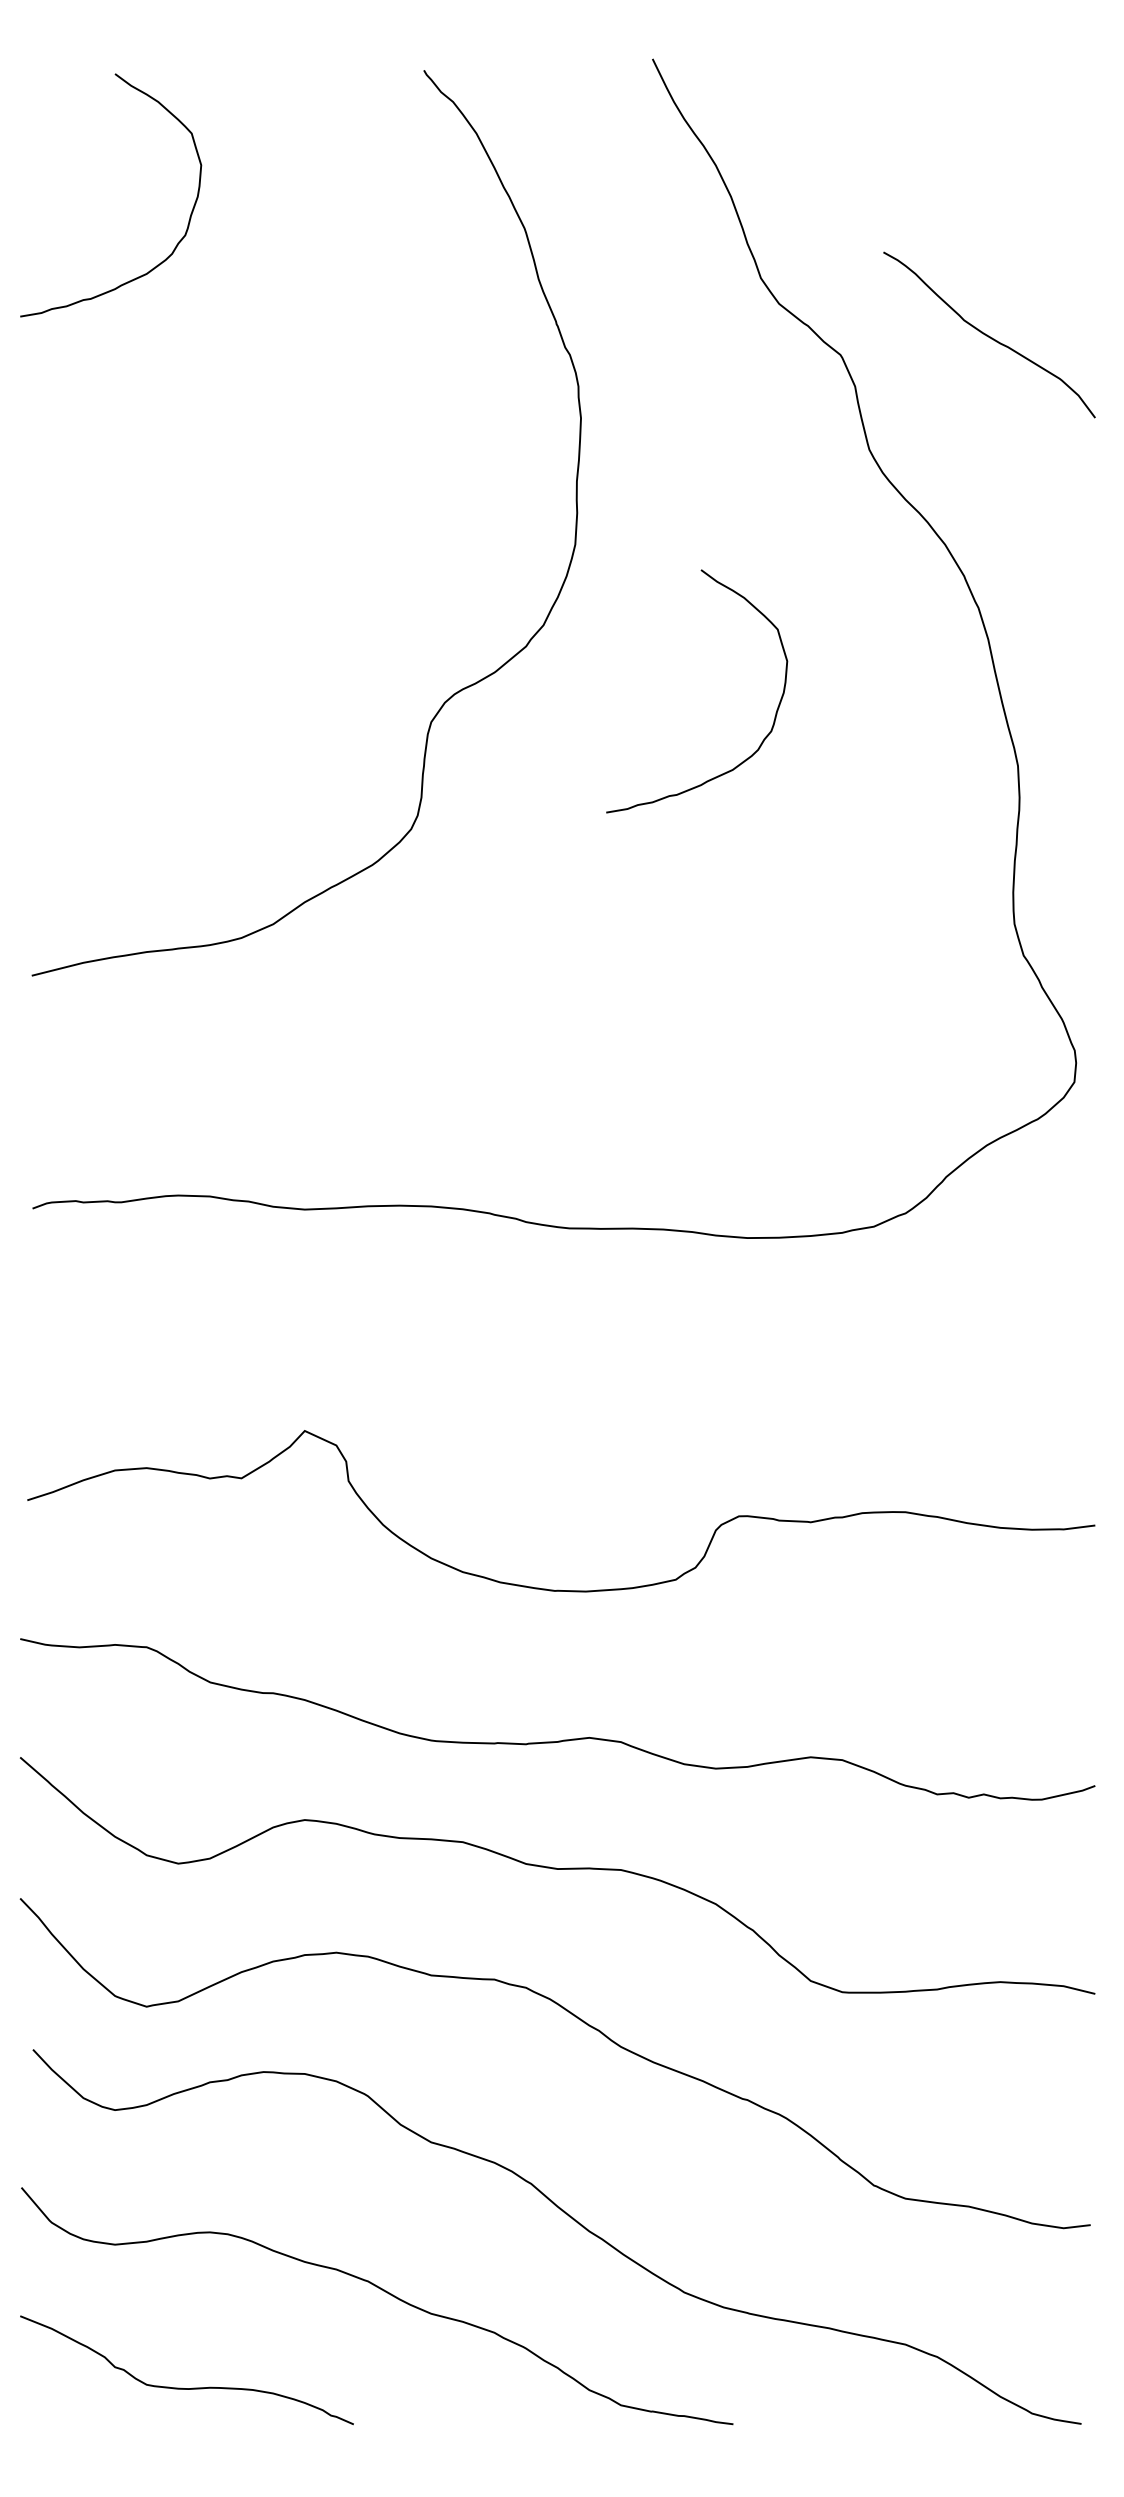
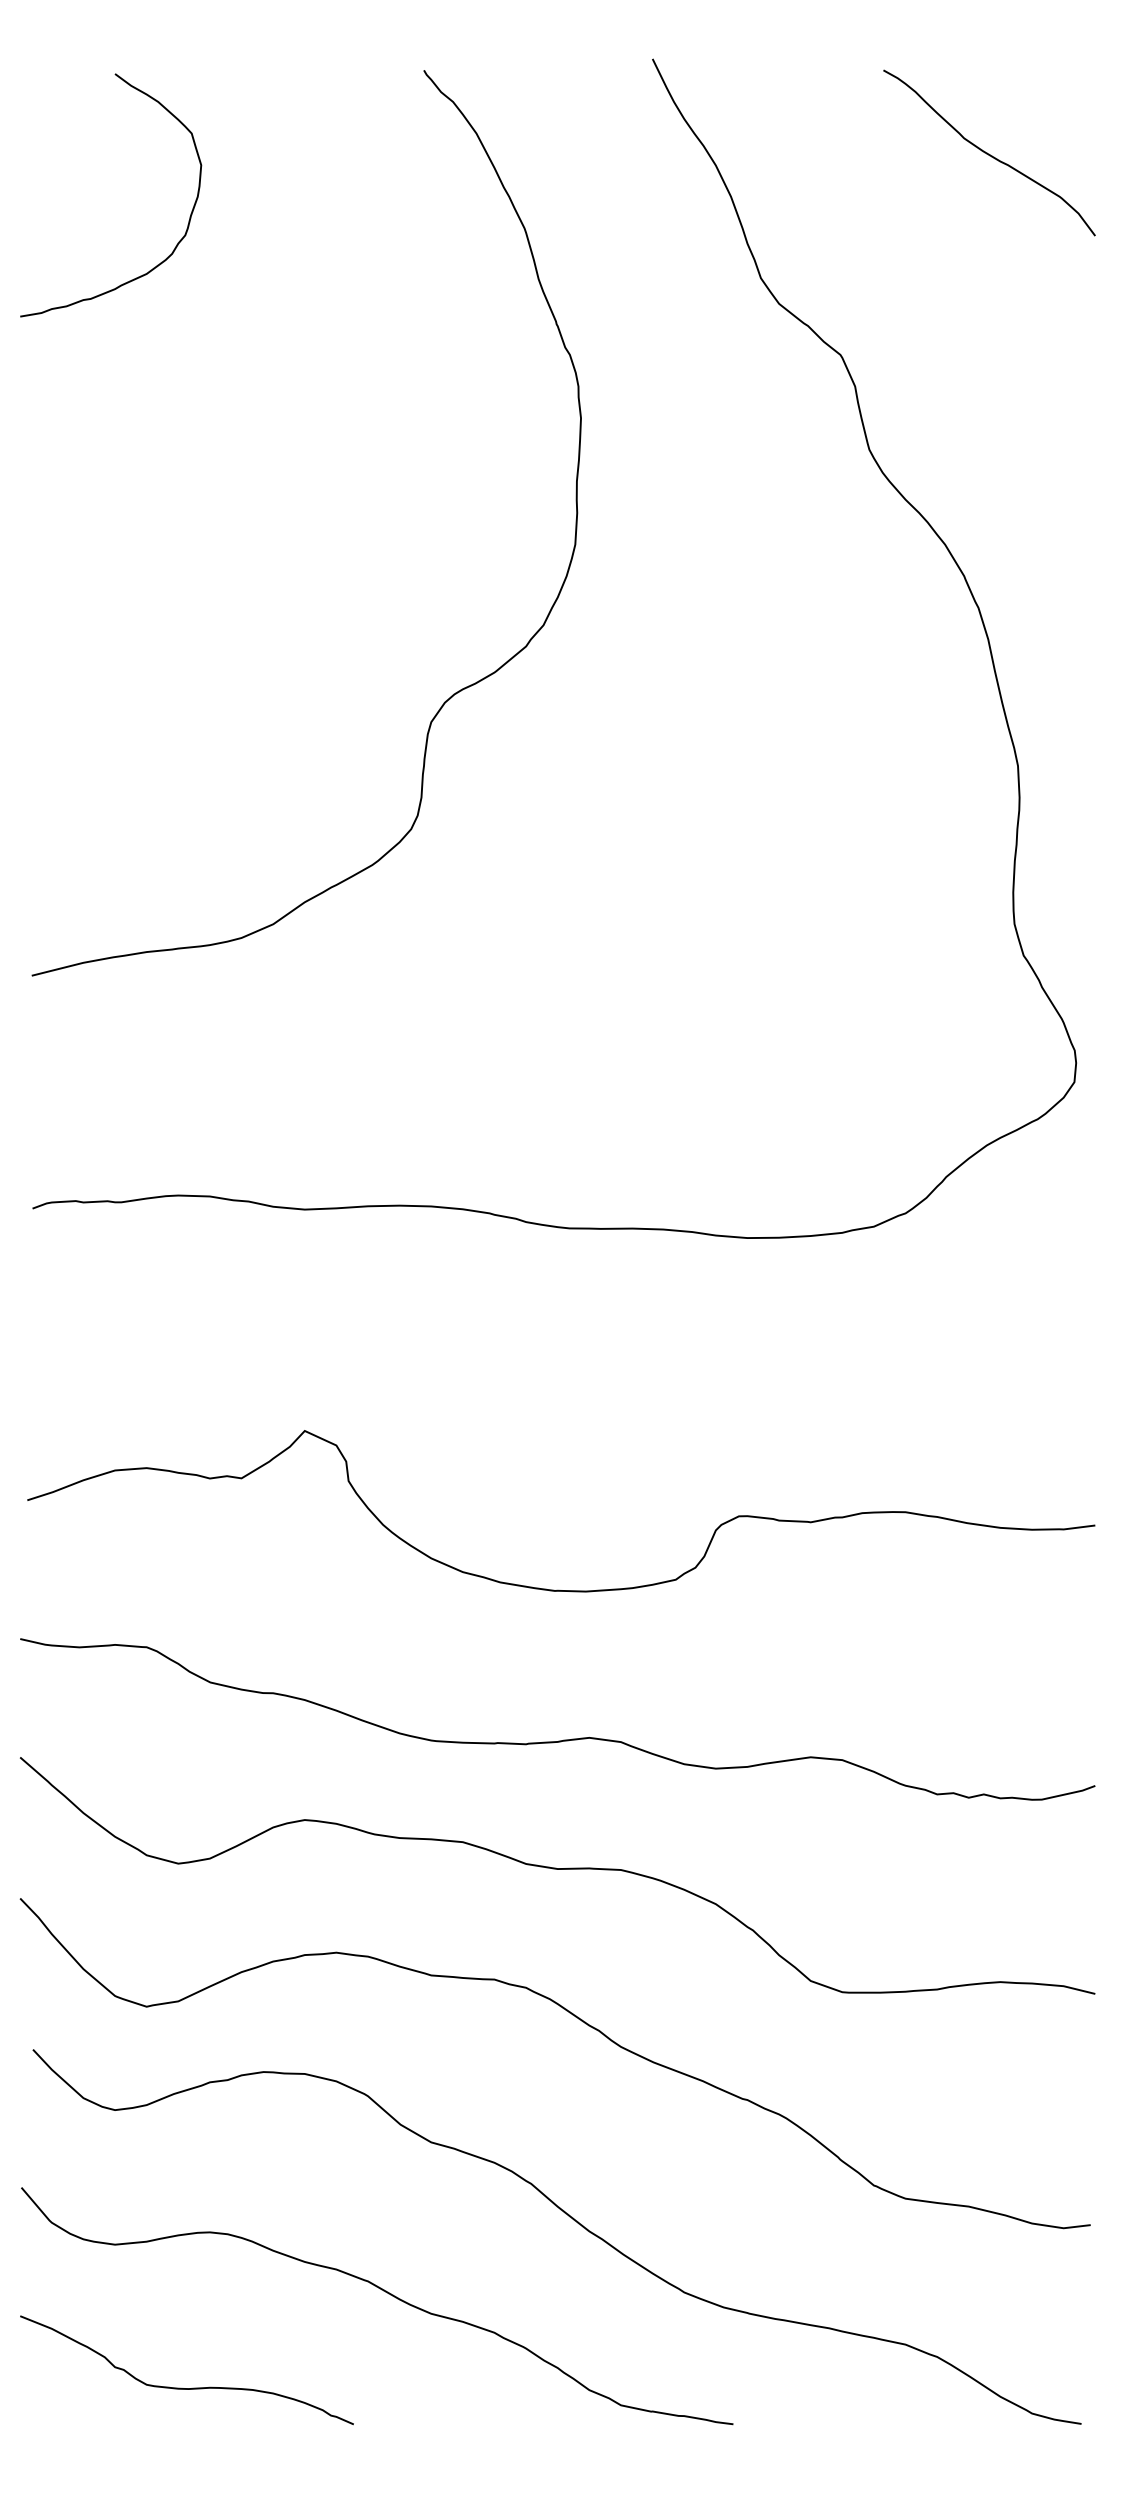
curve at (989, 335) position: (989, 335) -> (989, 153)
curve at (775, 712): present -> none
